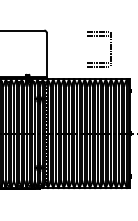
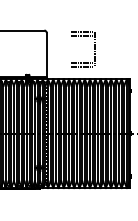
part at (110, 49) position: (110, 49) -> (94, 49)
